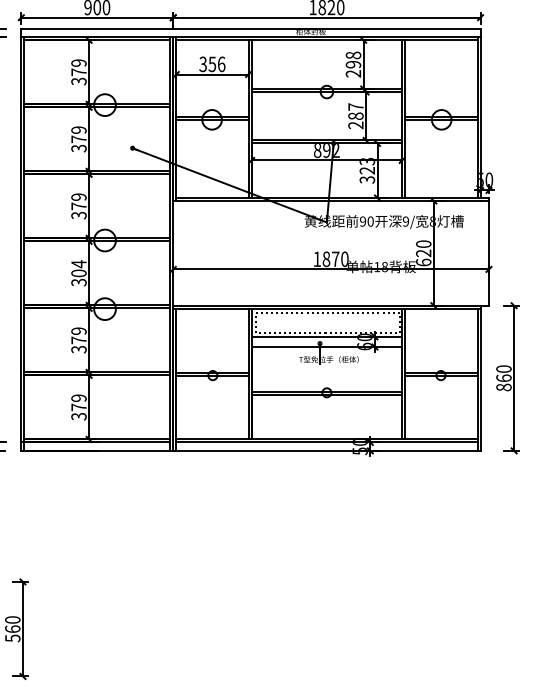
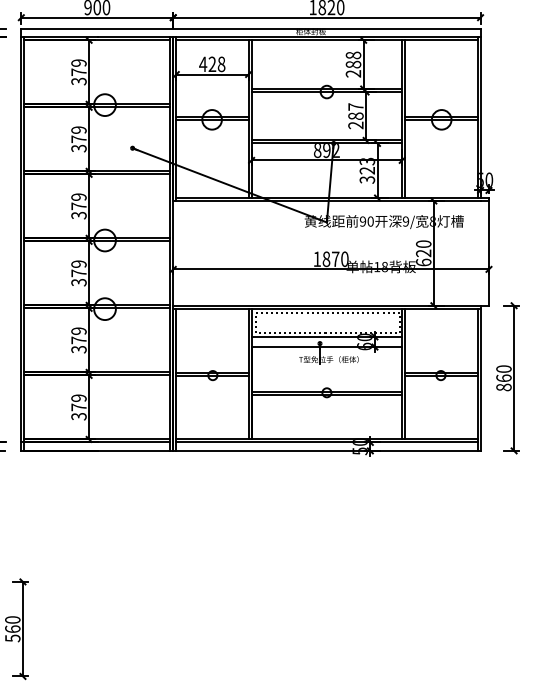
text at (212, 64): 356 -> 428
text at (353, 64): 298 -> 288
text at (78, 268): 304 -> 379
